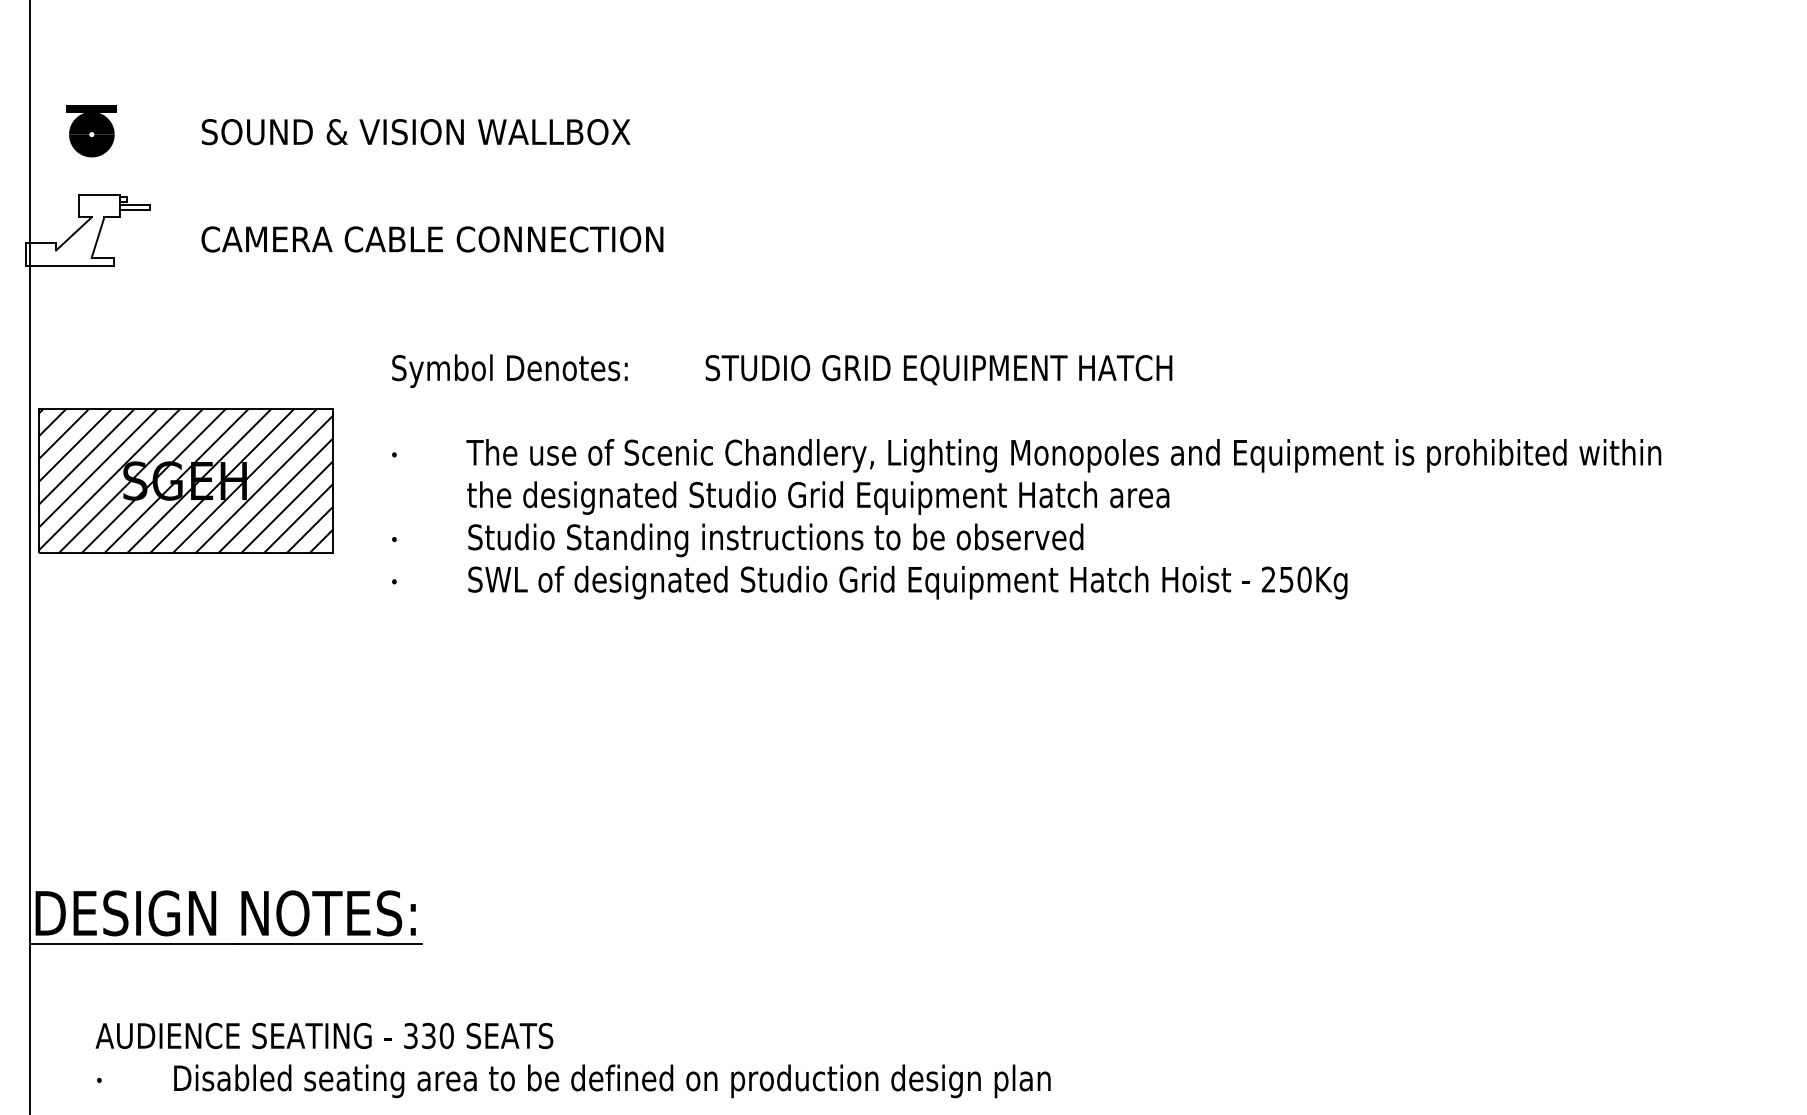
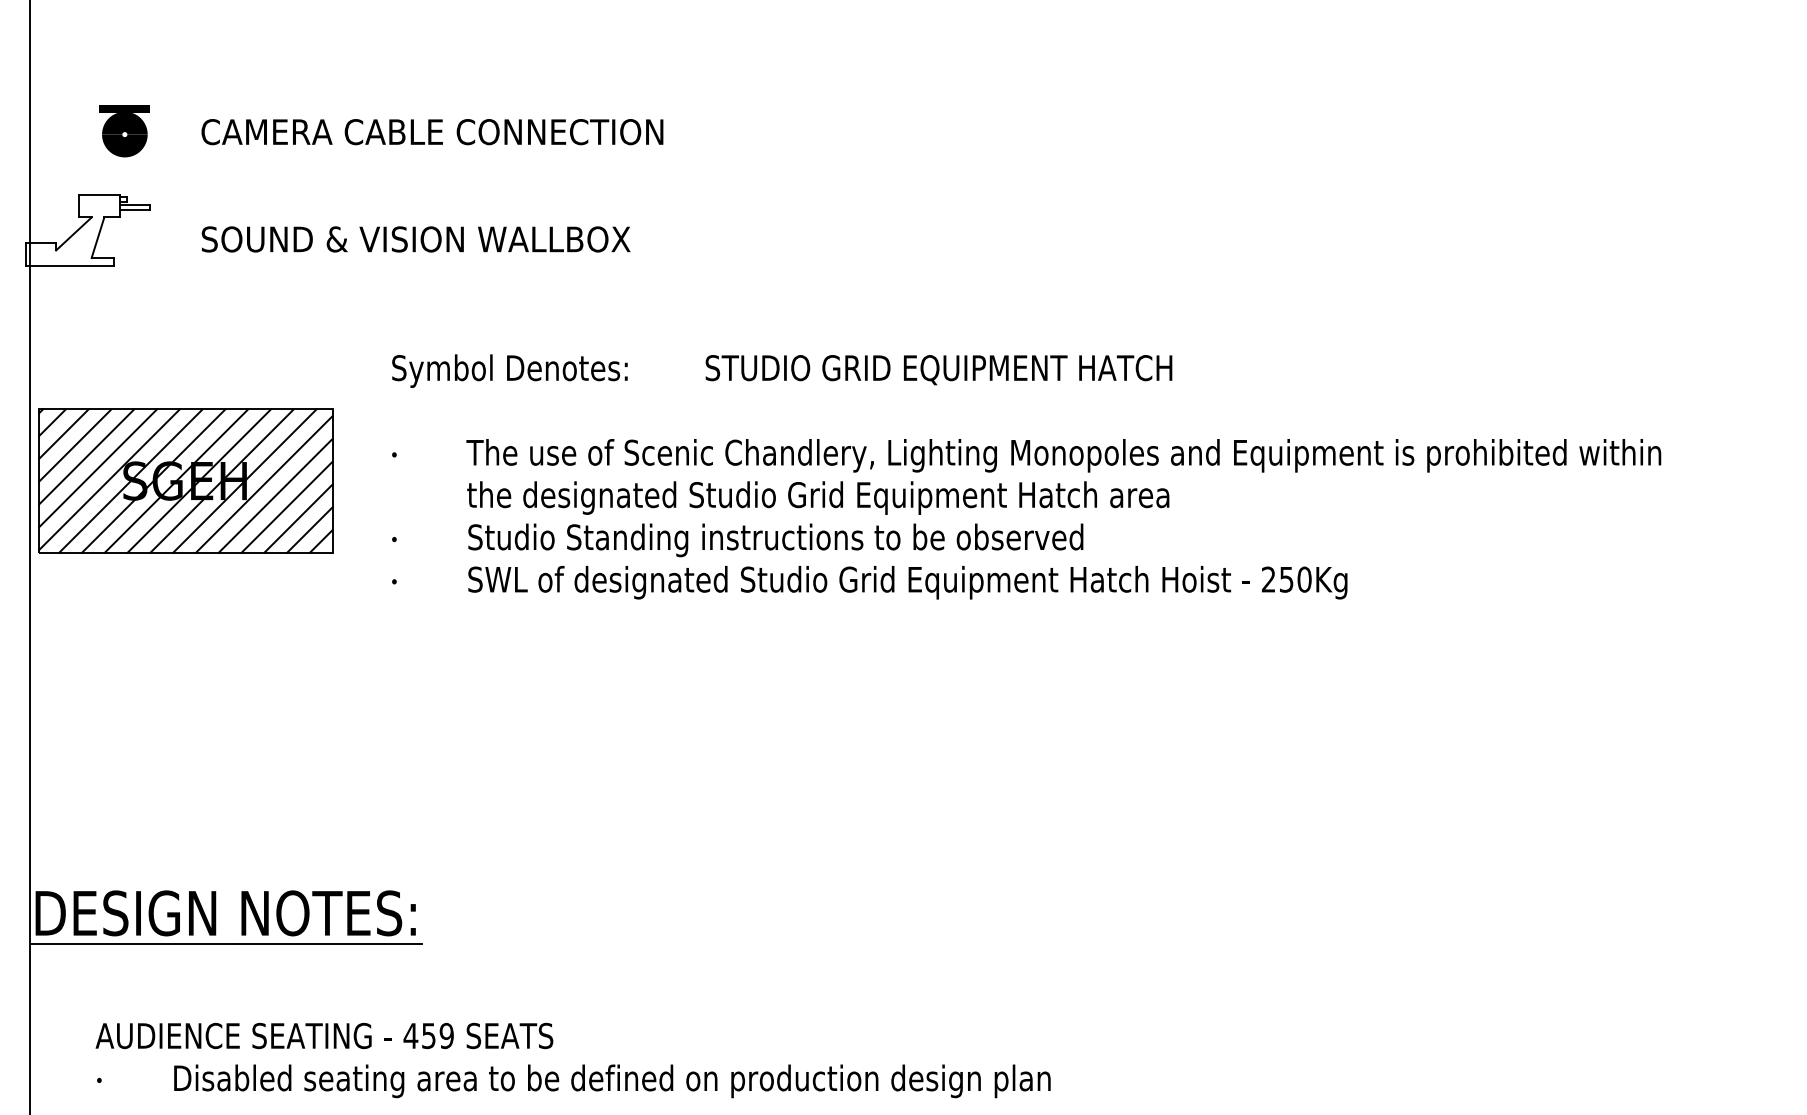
text at (91, 131) position: (91, 131) -> (124, 131)
text at (432, 132): SOUND & VISION WALLBOX -> CAMERA CABLE CONNECTION
text at (432, 239): CAMERA CABLE CONNECTION -> SOUND & VISION WALLBOX
text at (428, 1035): 330 -> 459
